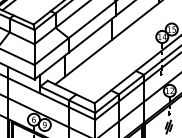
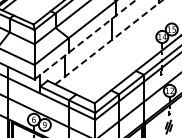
line at (85, 39): solid -> dashed
line at (109, 41): solid -> dashed
